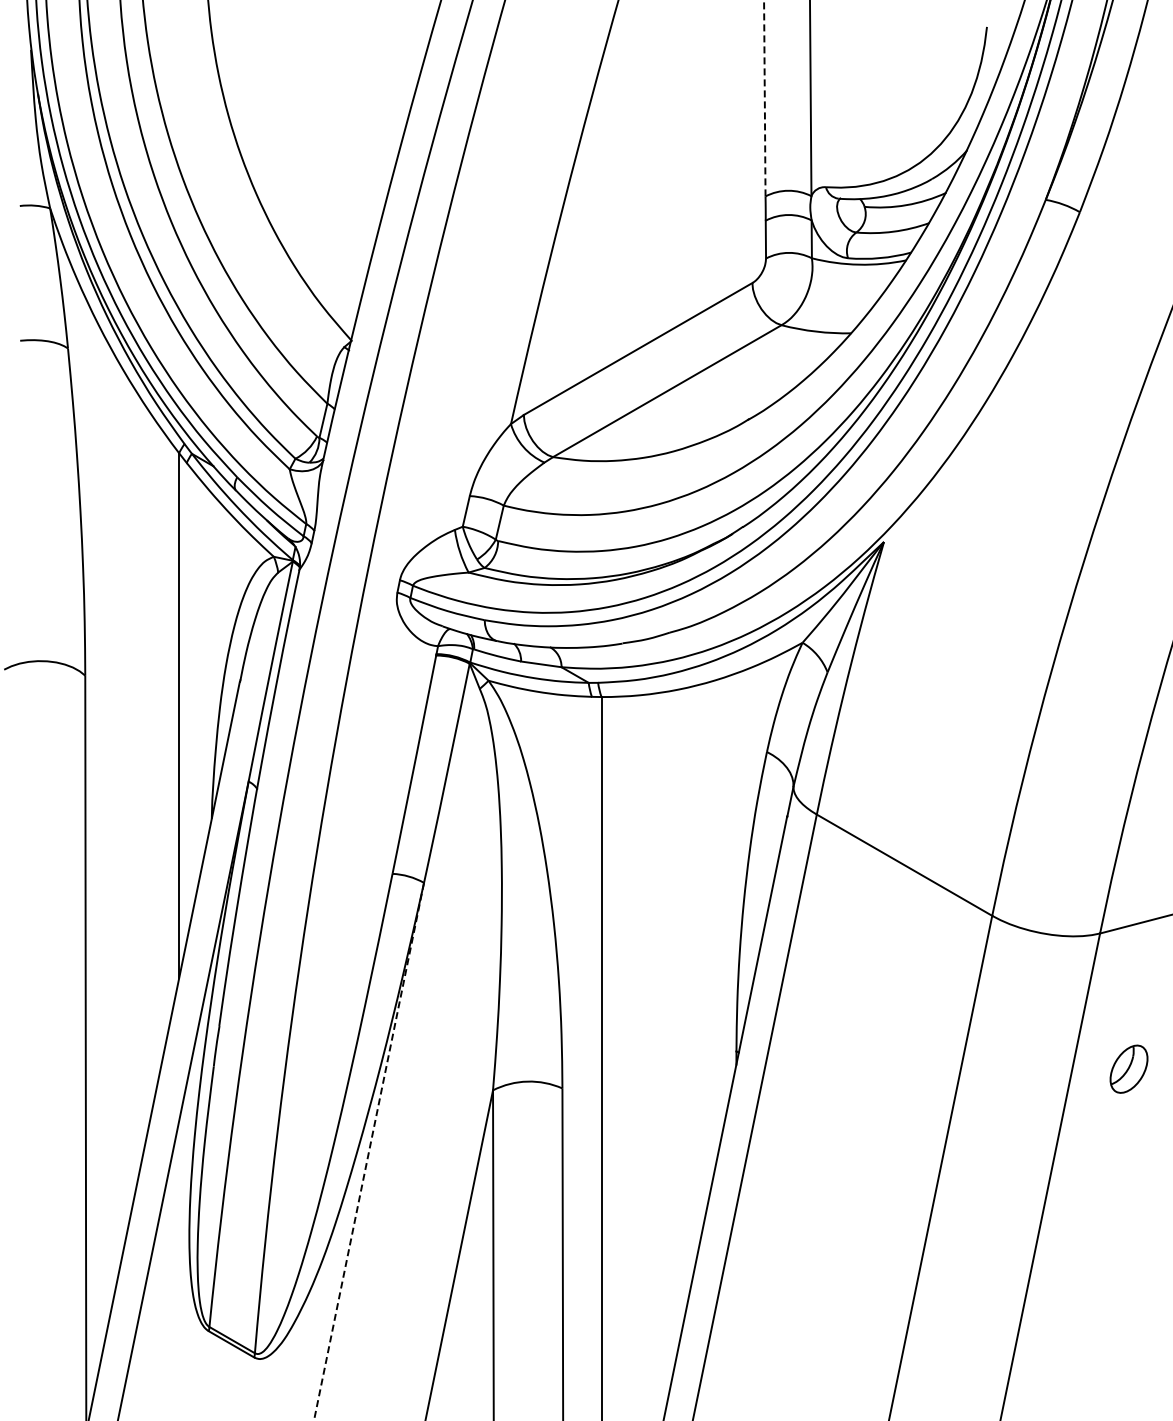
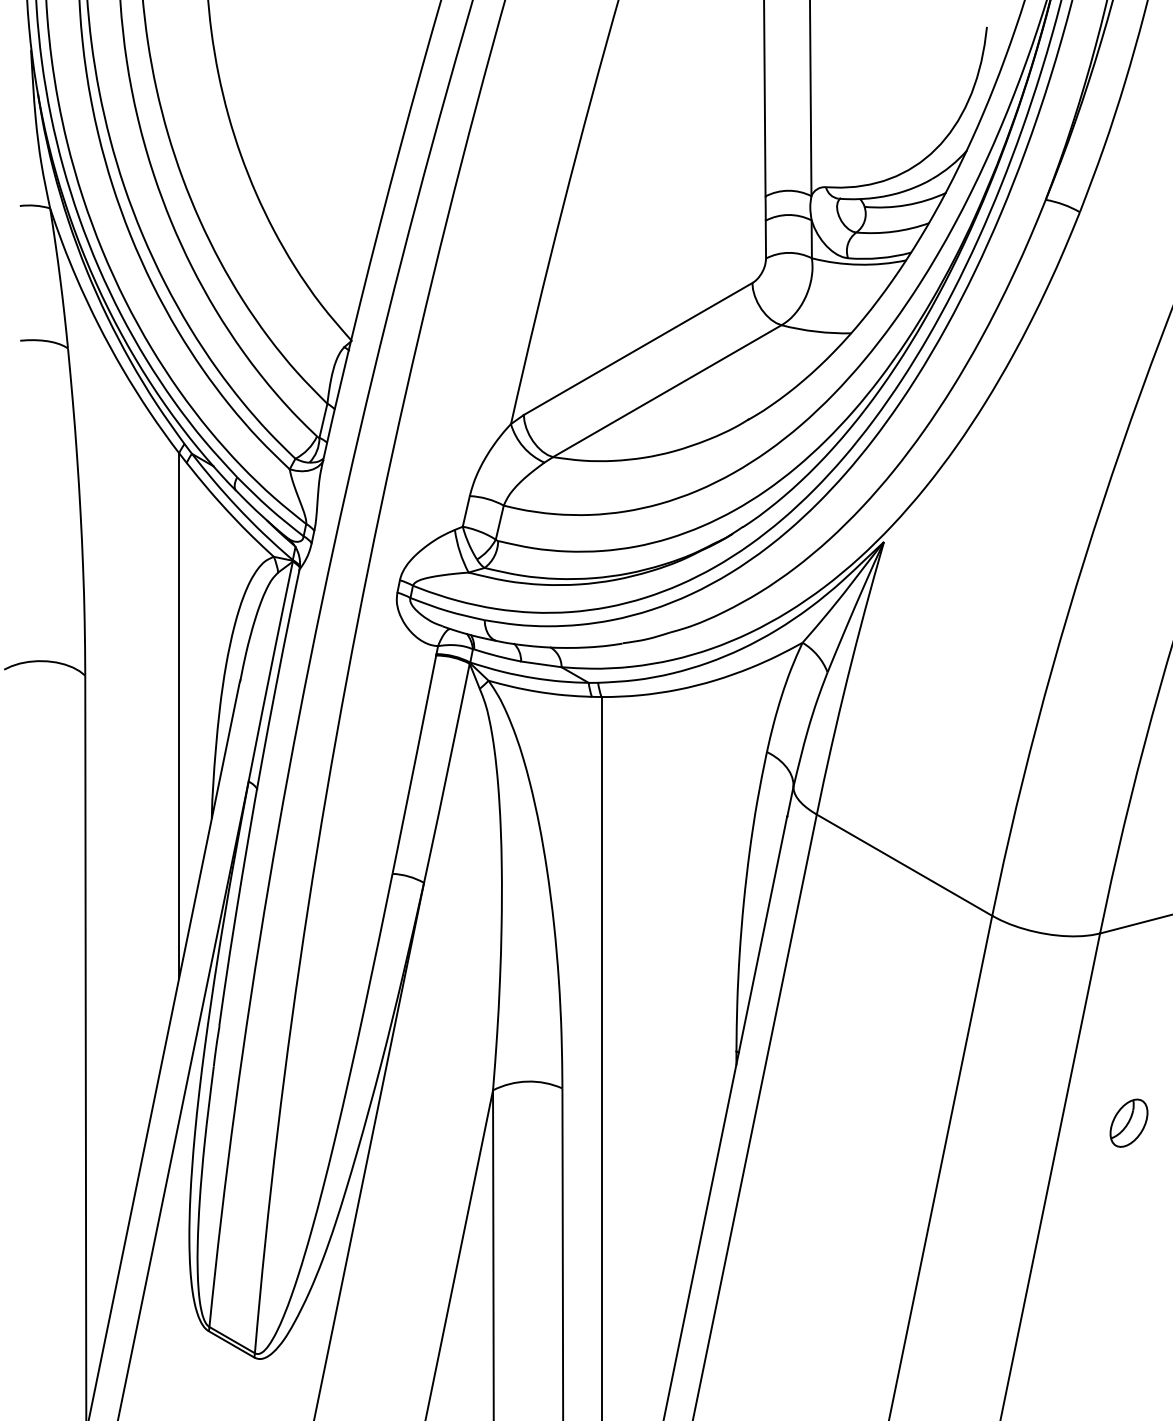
line at (764, 98): dashed -> solid
part at (1128, 1068) position: (1128, 1068) -> (1128, 1122)
line at (368, 1152): dashed -> solid
